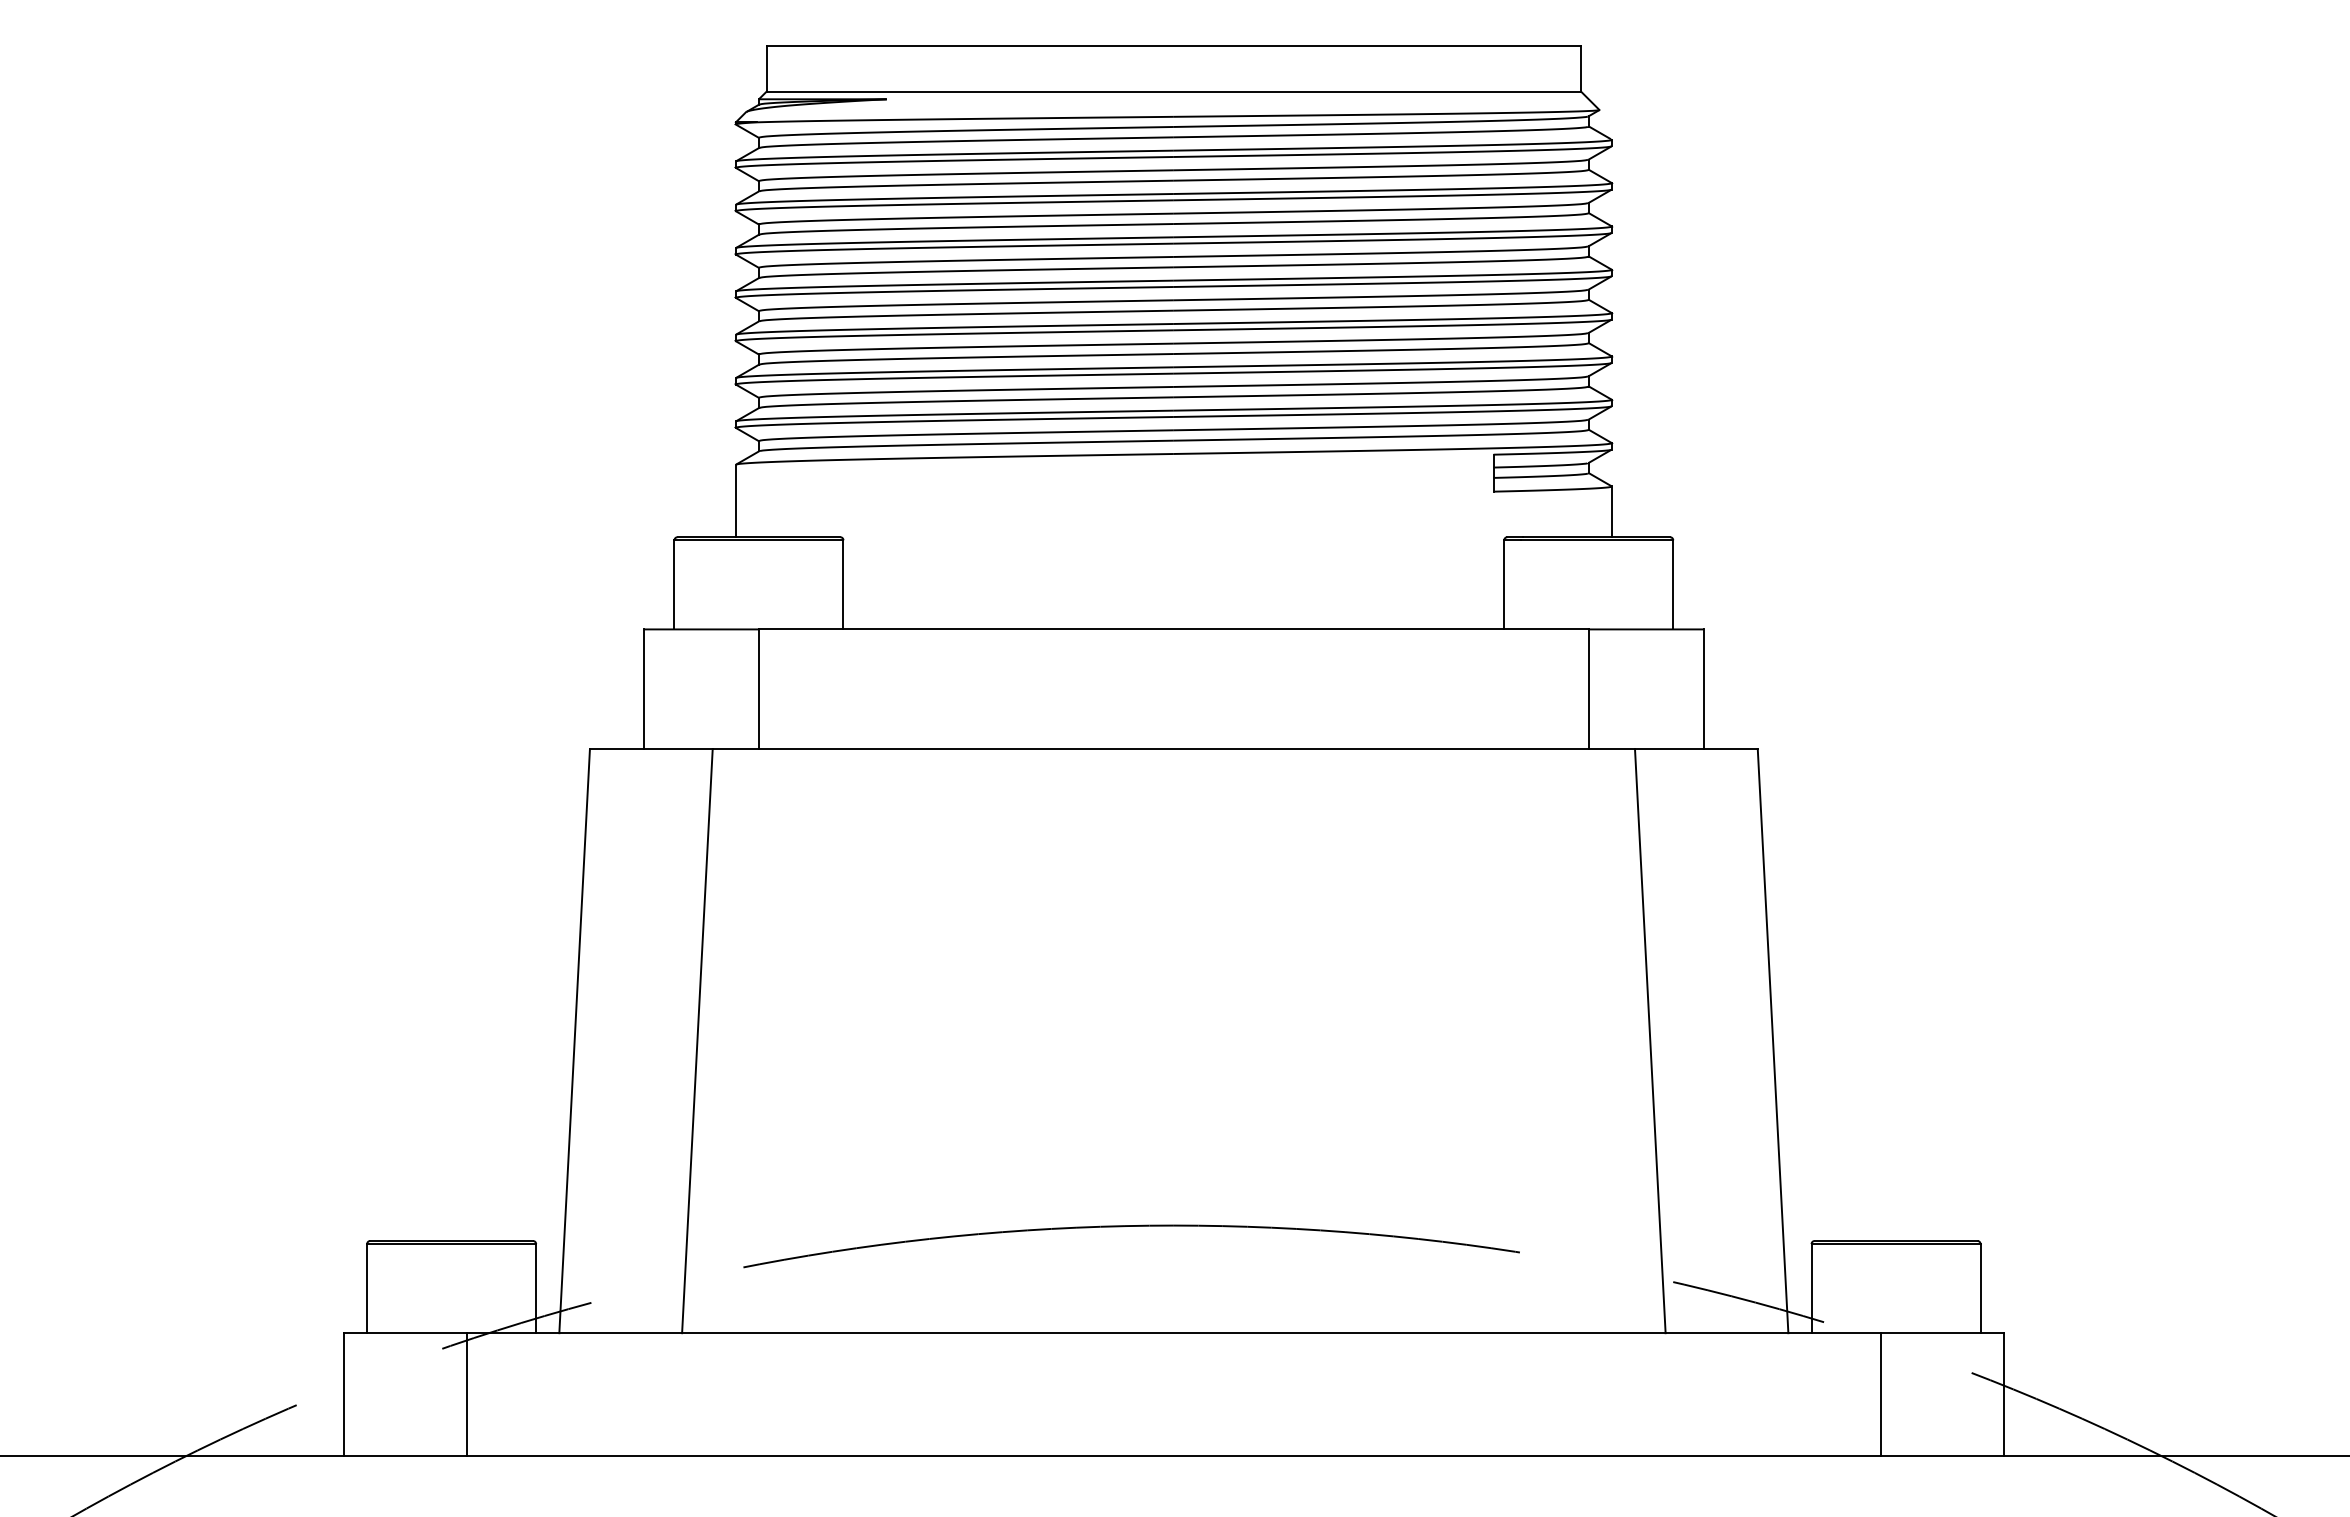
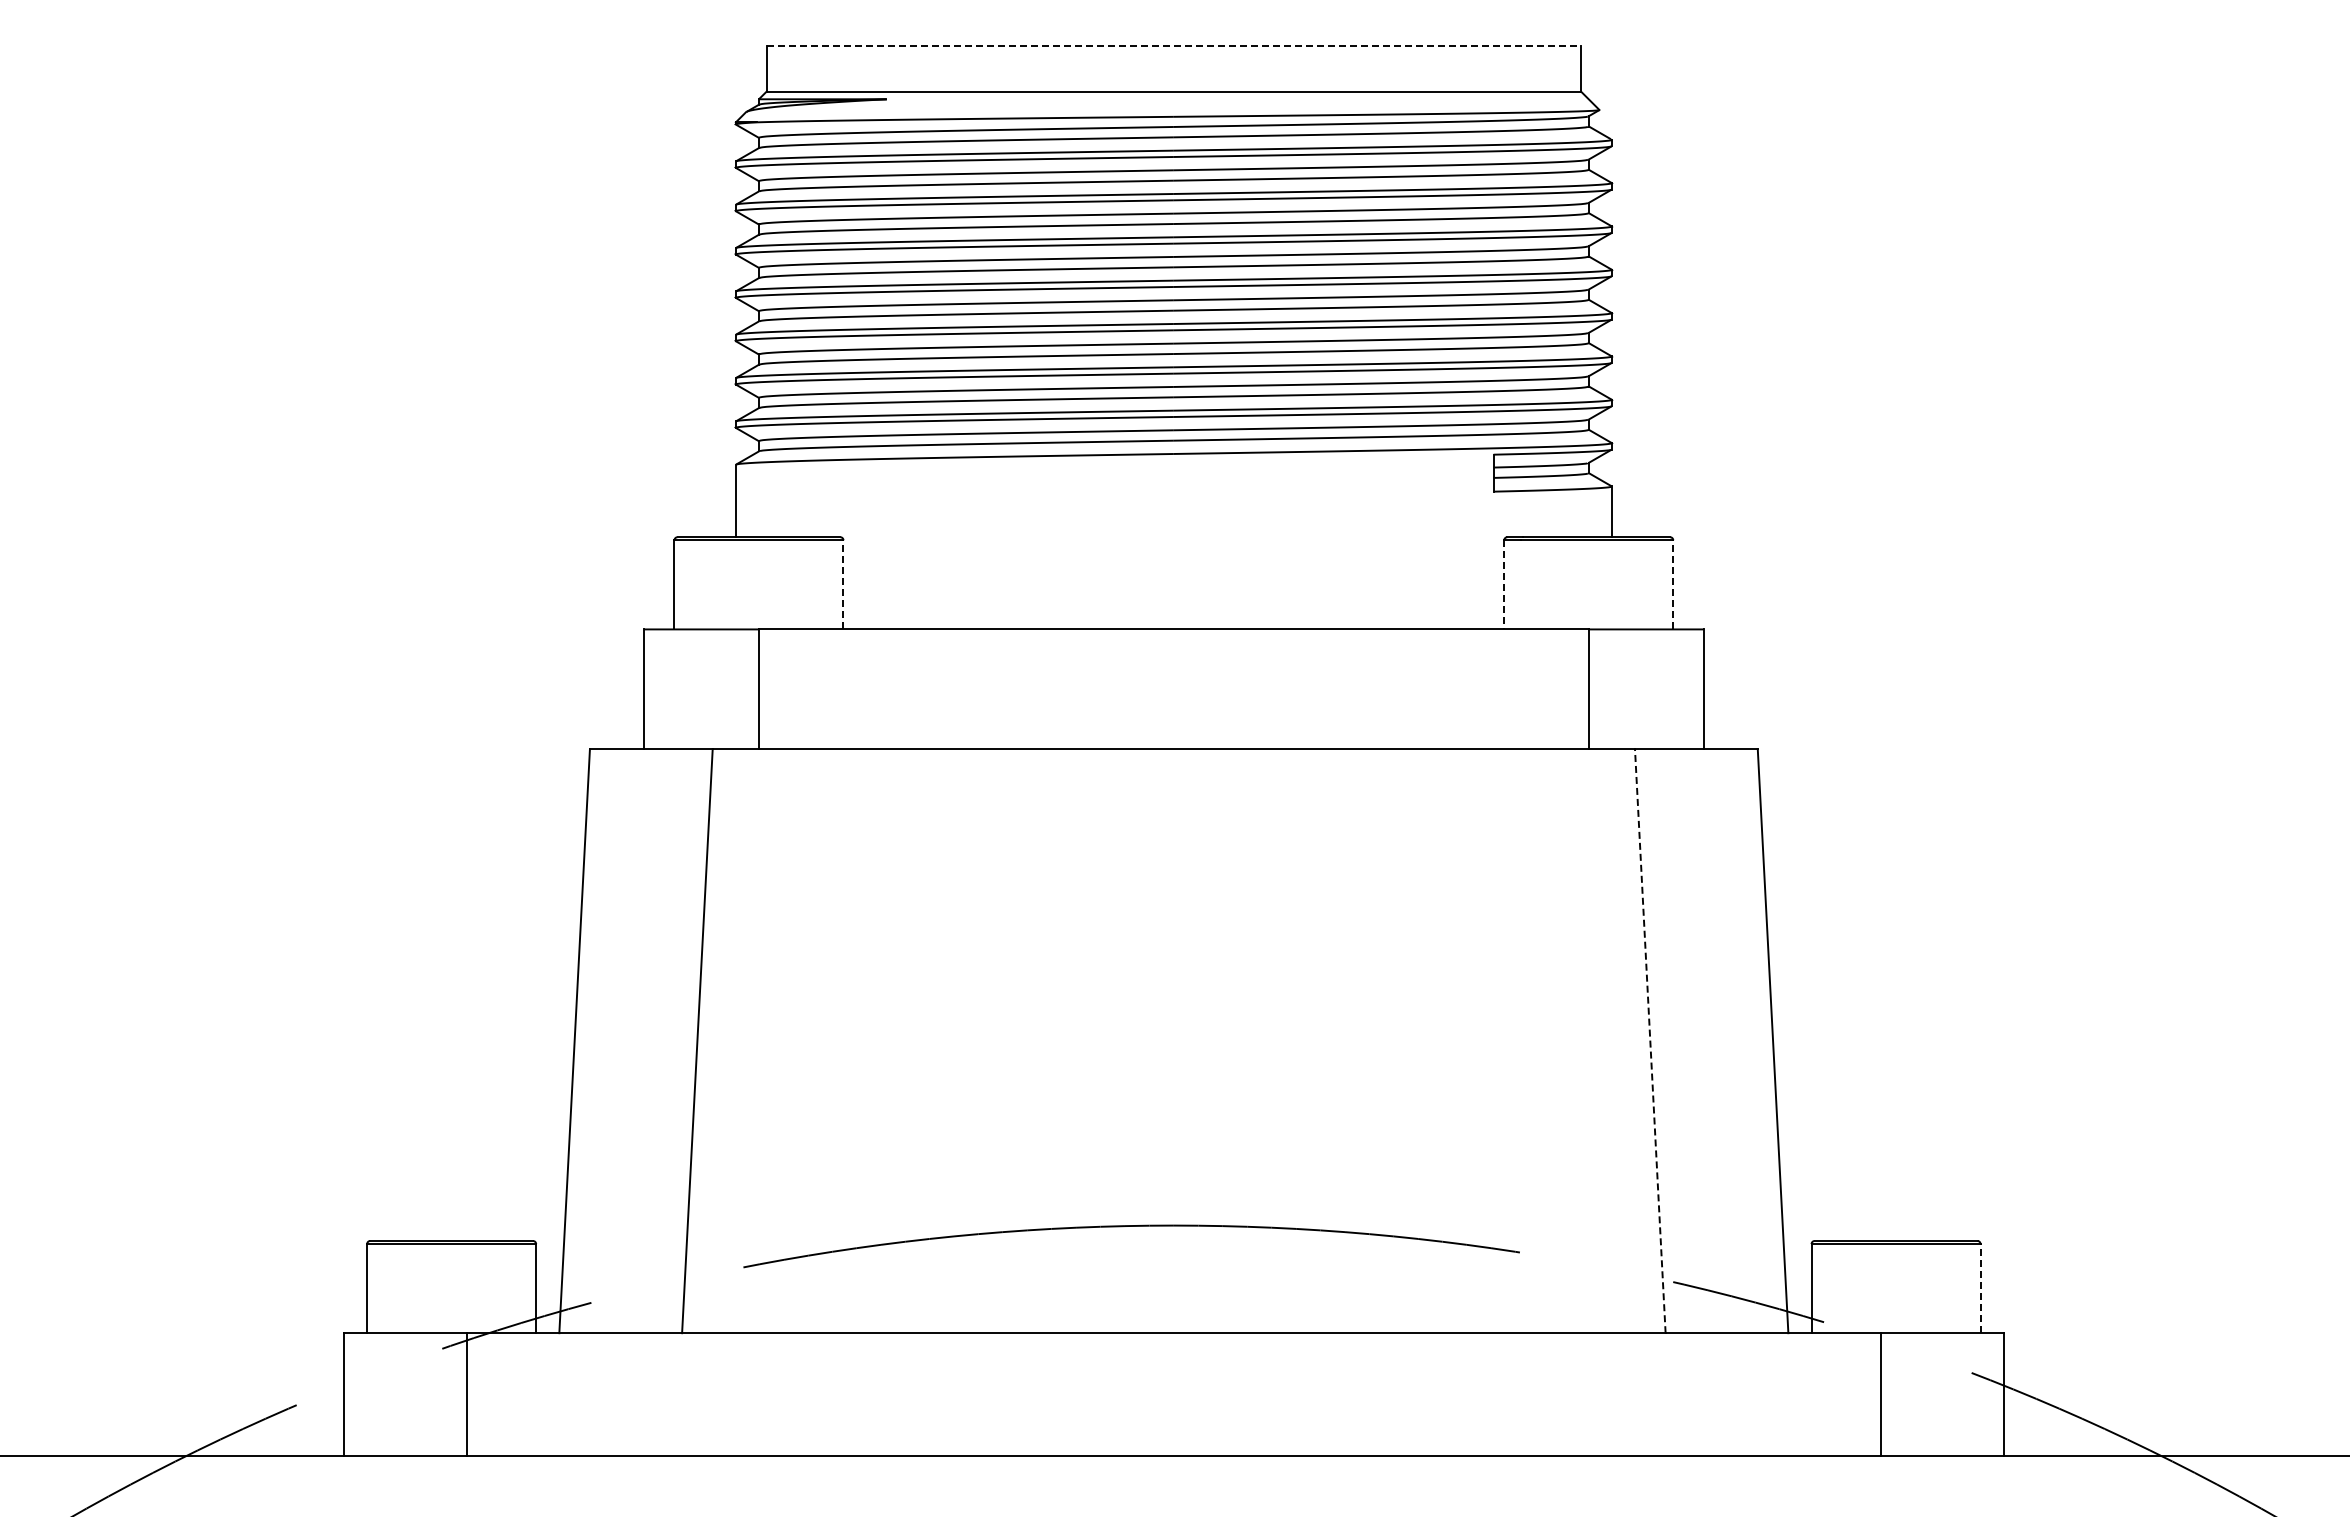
line at (1174, 45): solid -> dashed
line at (843, 584): solid -> dashed
line at (1504, 584): solid -> dashed
line at (1673, 584): solid -> dashed
line at (1650, 1040): solid -> dashed
line at (1980, 1288): solid -> dashed
